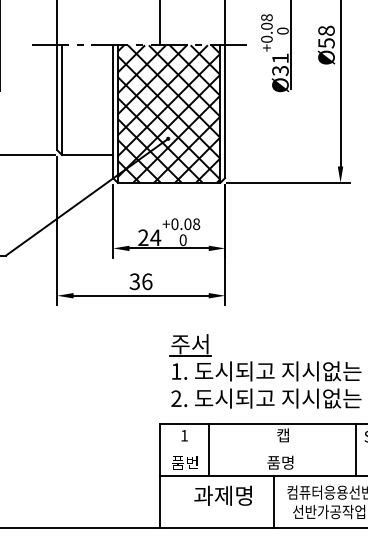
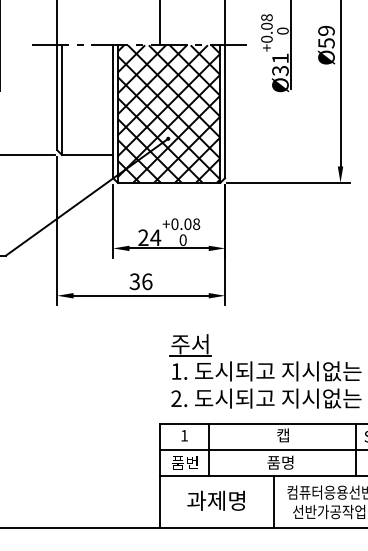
text at (326, 30): Ø58 -> Ø59
line at (261, 450): none -> present
text at (222, 495) position: (222, 495) -> (215, 500)
